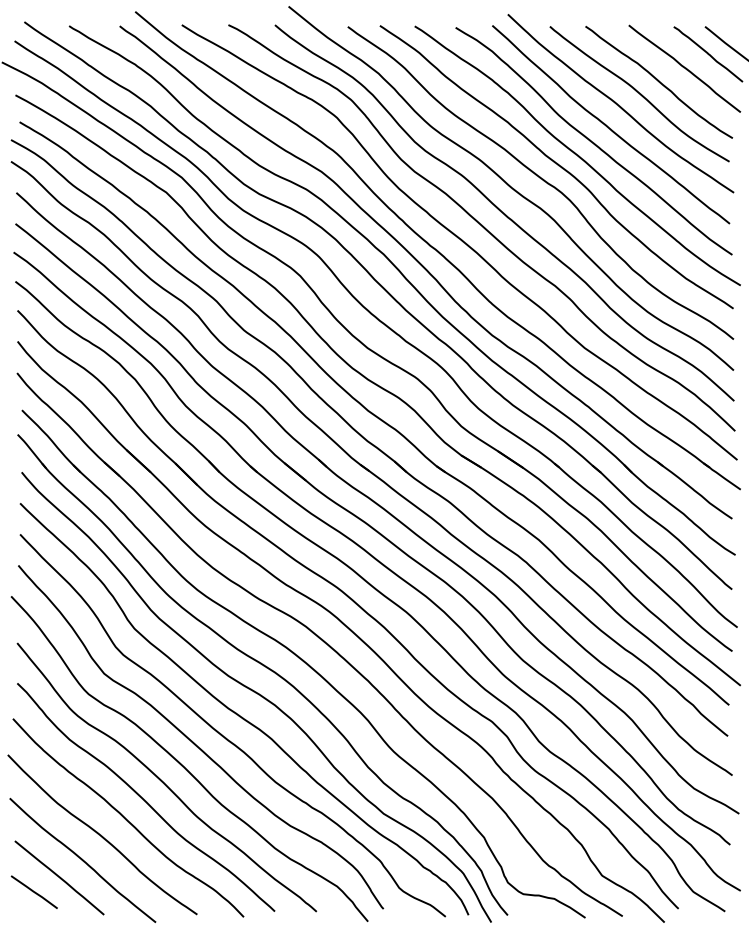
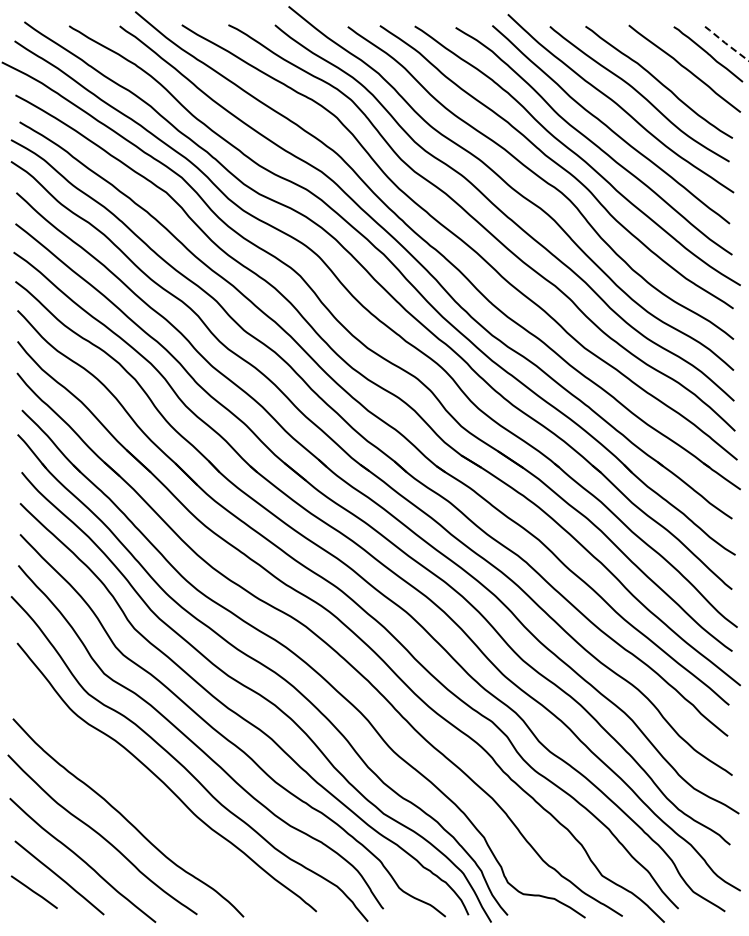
line at (726, 43): solid -> dashed
curve at (144, 799): present -> none
